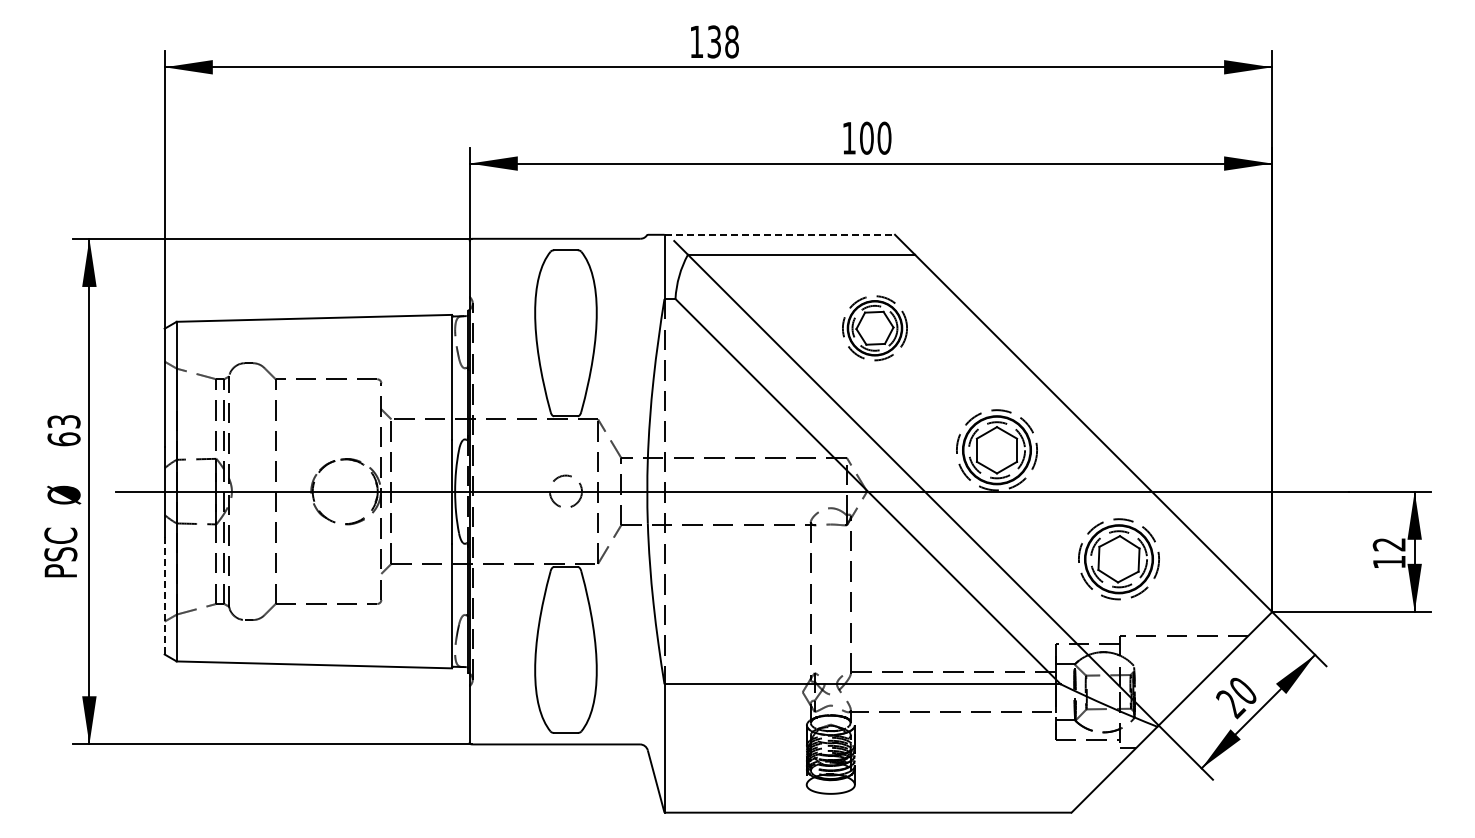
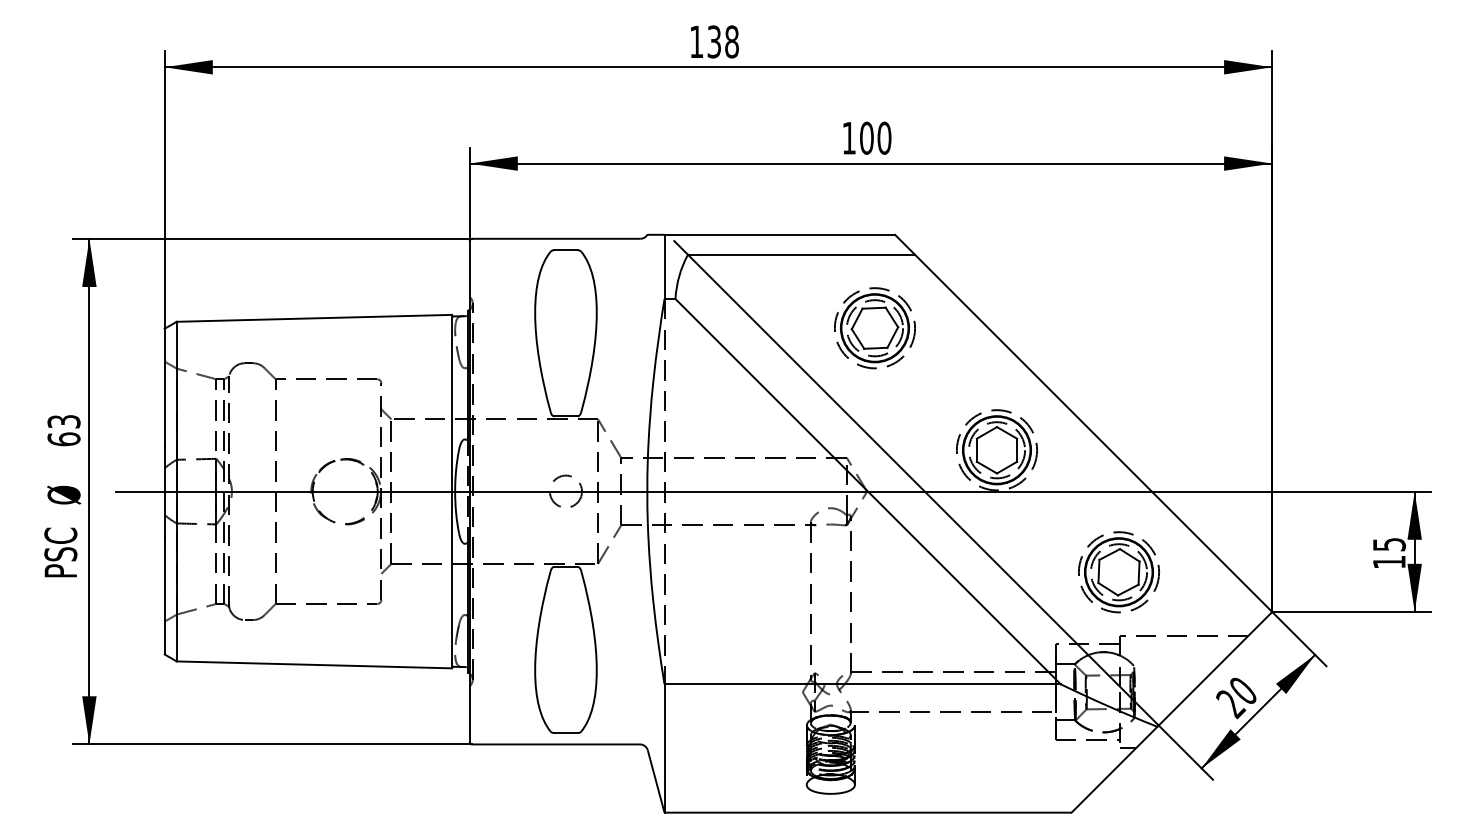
line at (780, 234): dashed -> solid
part at (874, 328) size: 66x67 px -> 82x83 px
text at (1388, 544): 12 -> 15
part at (1118, 559) position: (1118, 559) -> (1118, 572)
line at (164, 595): dashed -> solid
